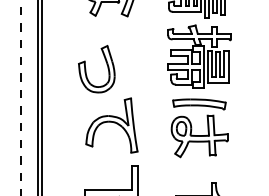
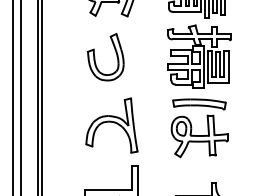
part at (86, 69) position: (86, 69) -> (95, 57)
line at (13, 97): none -> present
line at (21, 98): dashed -> solid
